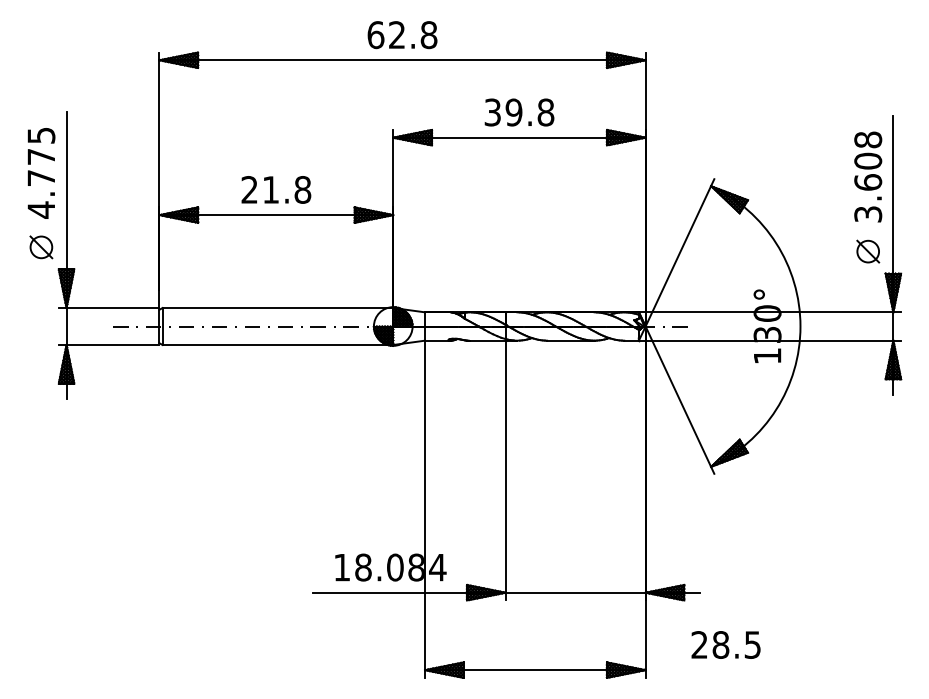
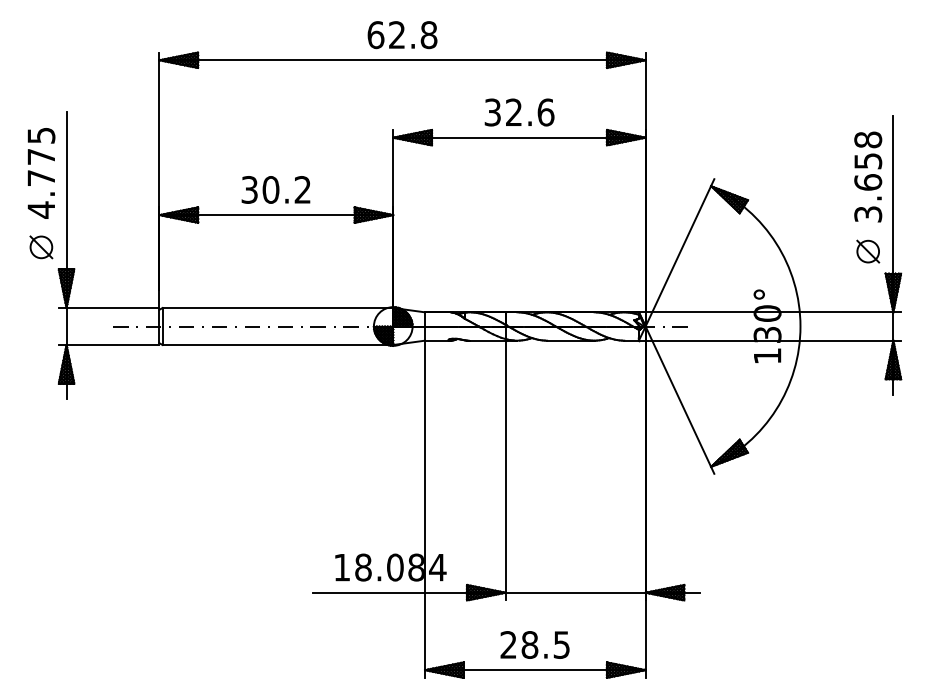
text at (529, 112): 39.8 -> 32.6
text at (868, 160): 3.608 -> 3.658
text at (276, 189): 21.8 -> 30.2
text at (725, 644) position: (725, 644) -> (534, 644)
